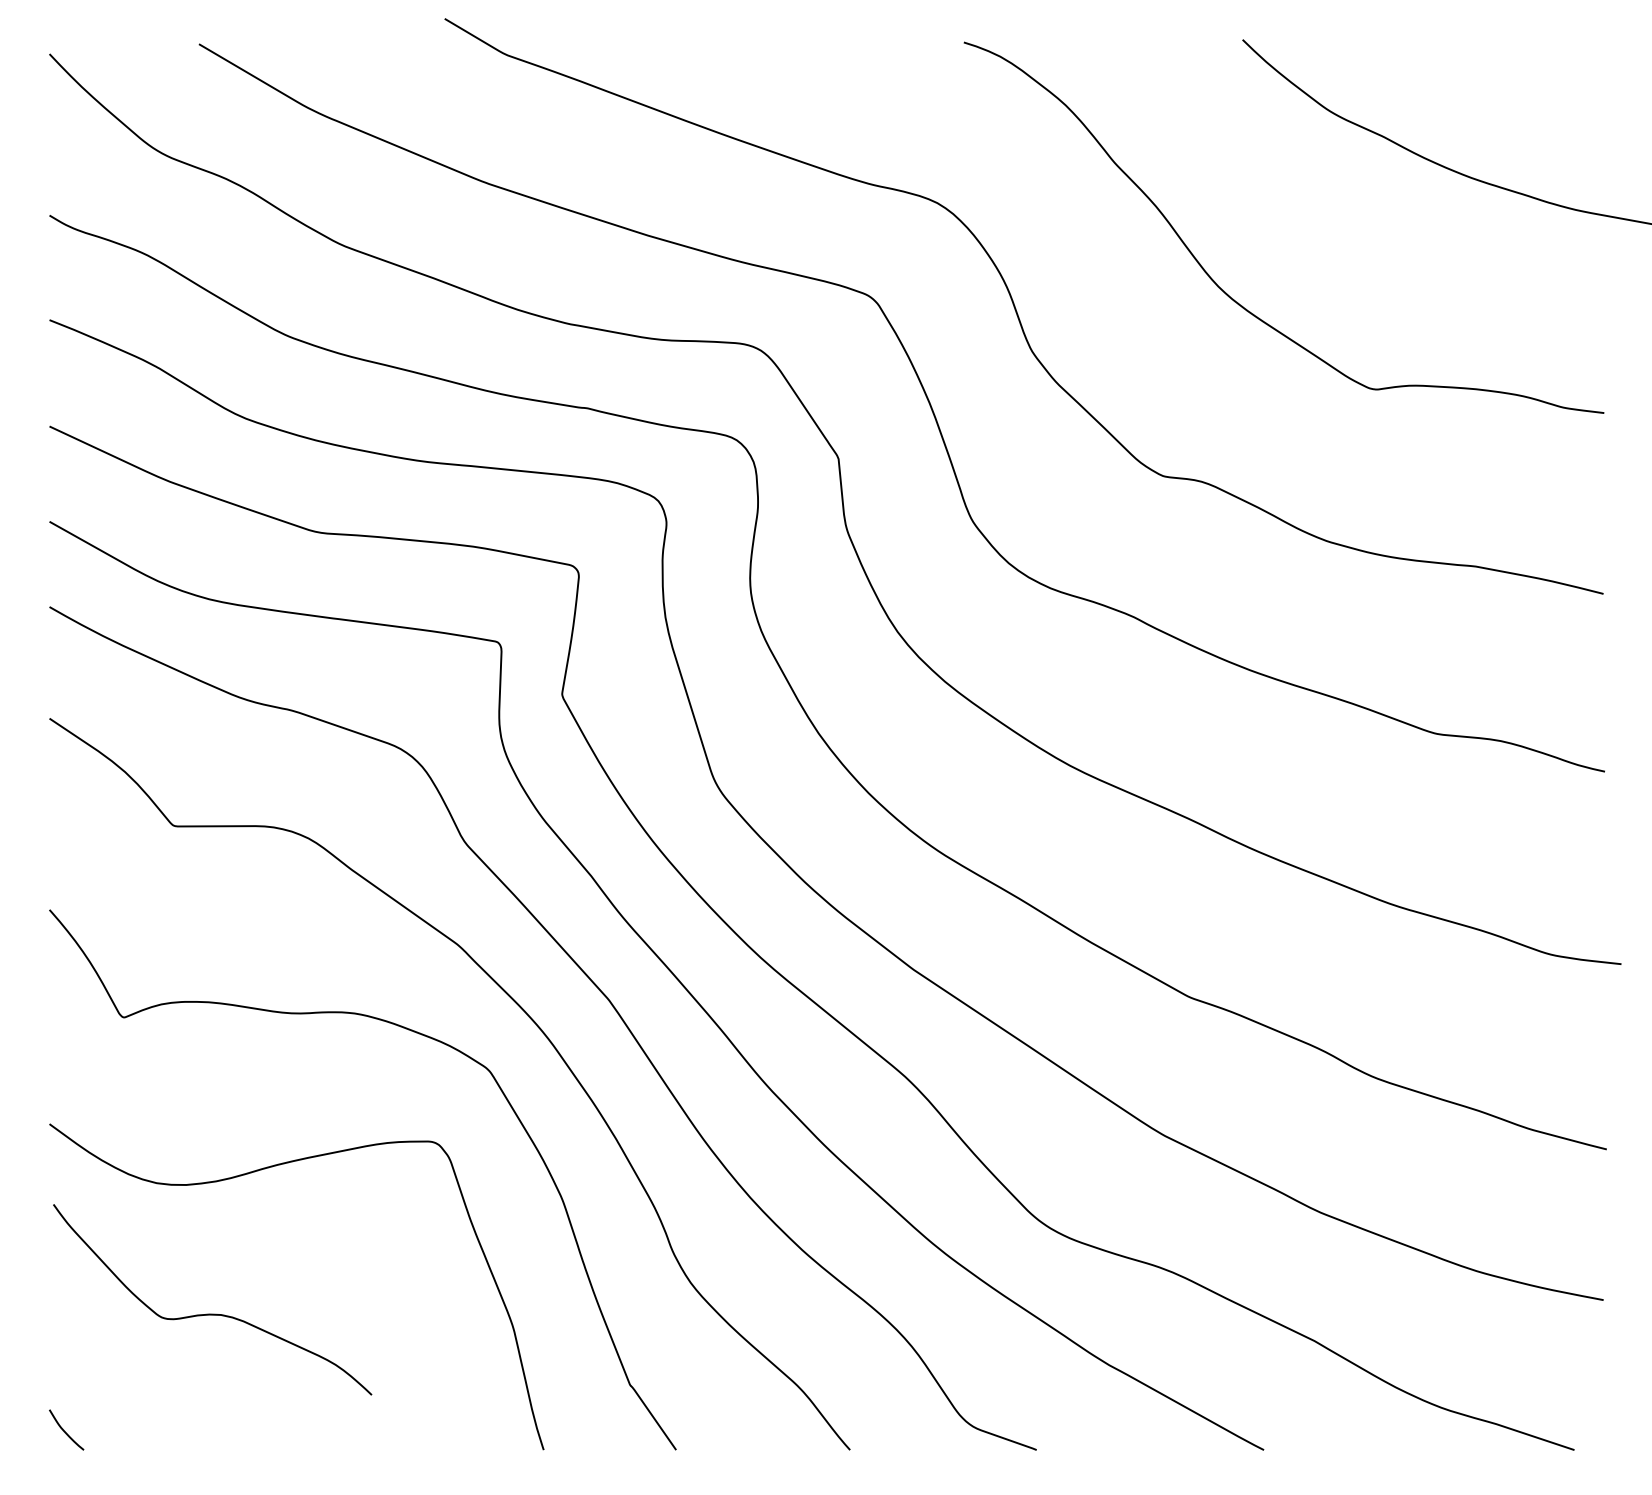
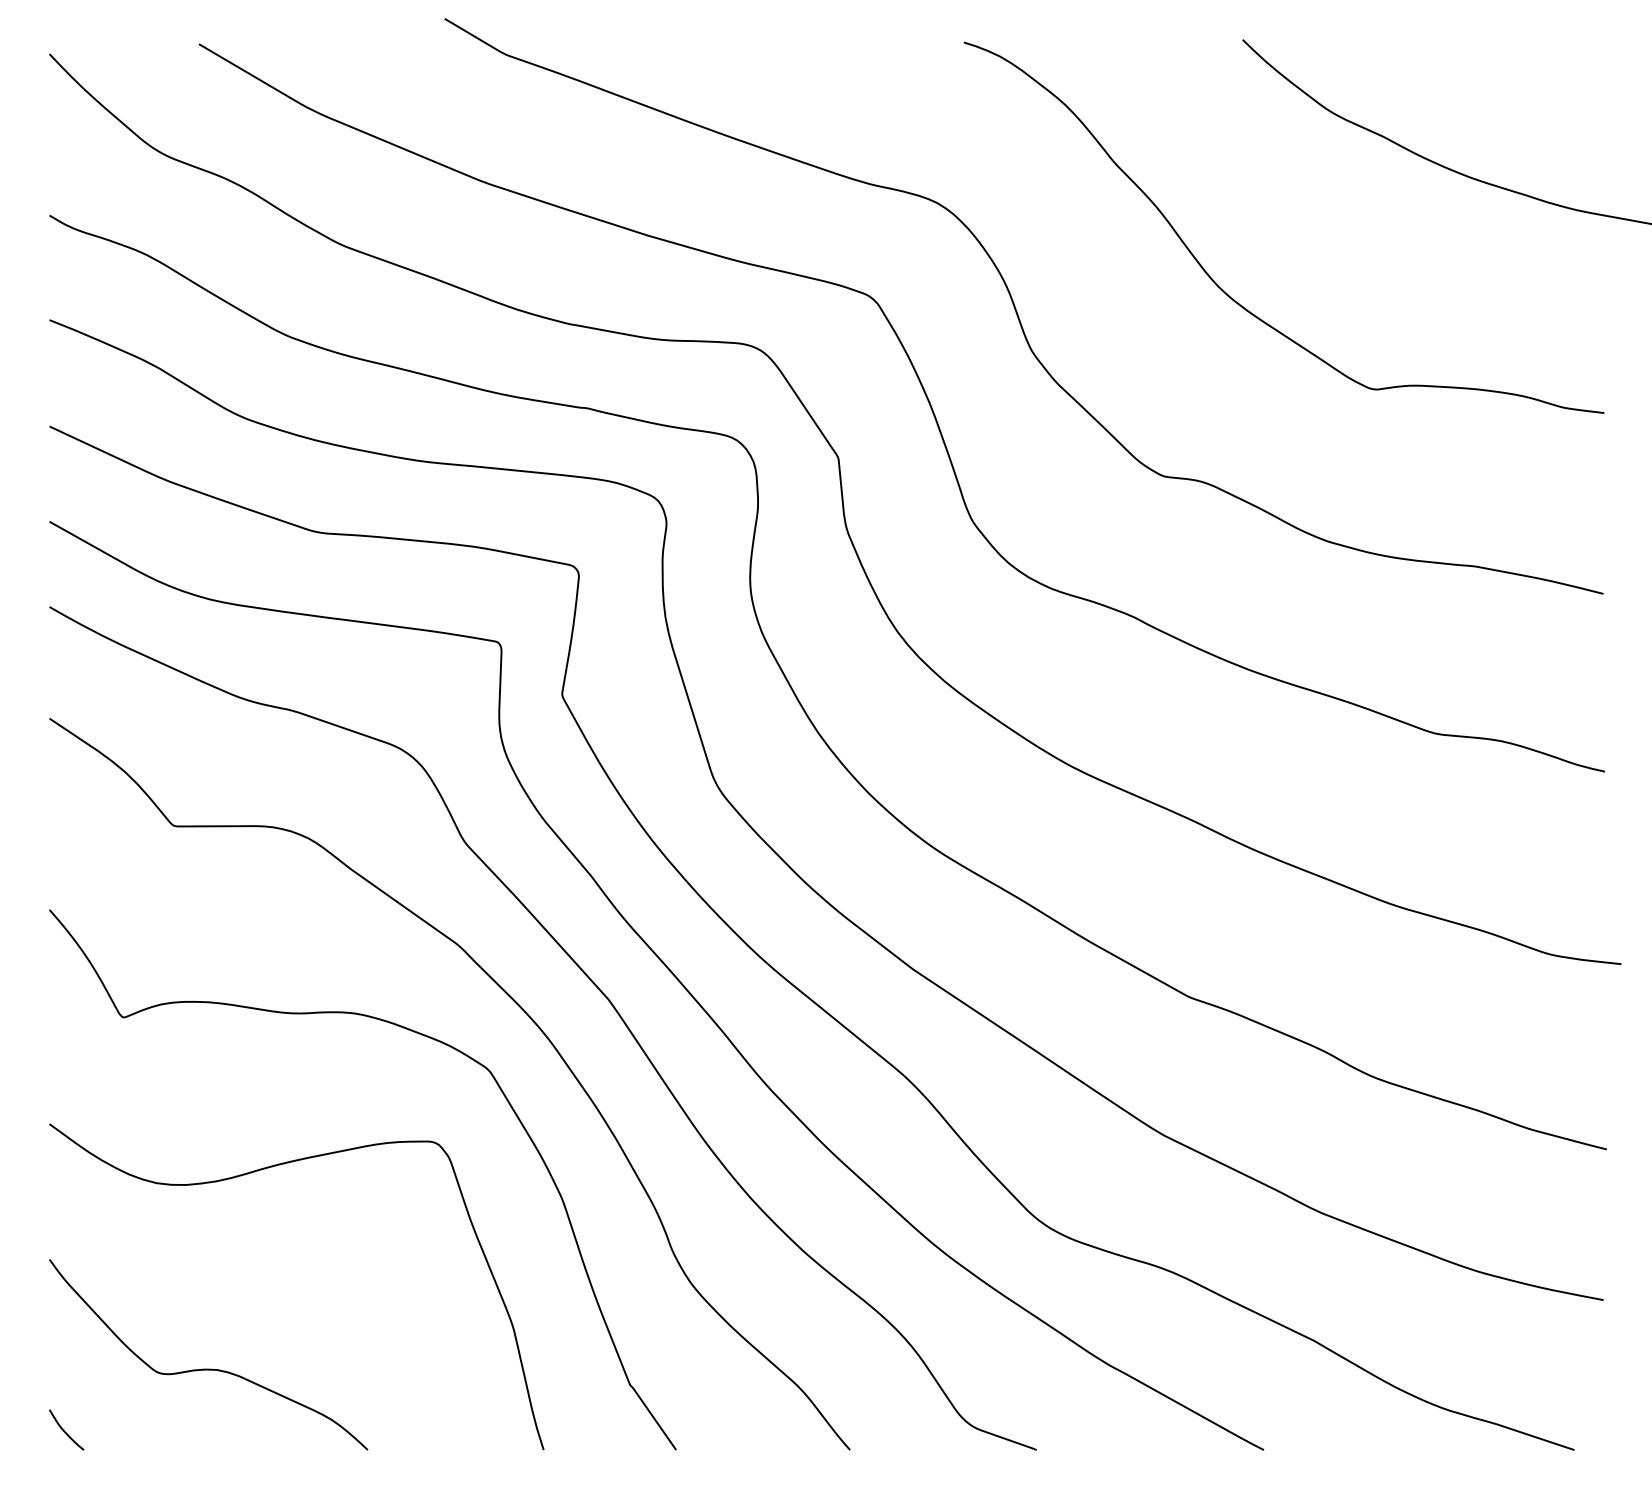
curve at (212, 1313) position: (212, 1313) -> (208, 1368)
